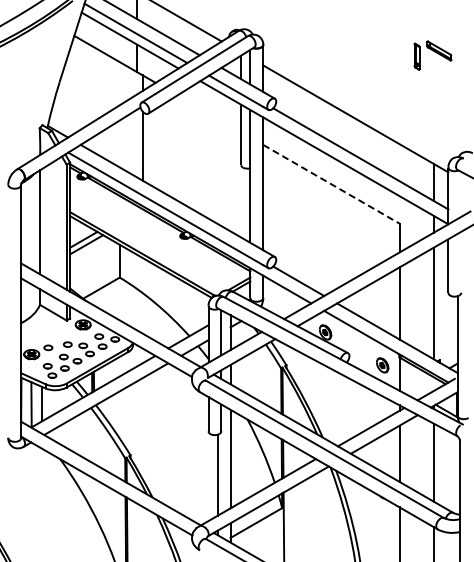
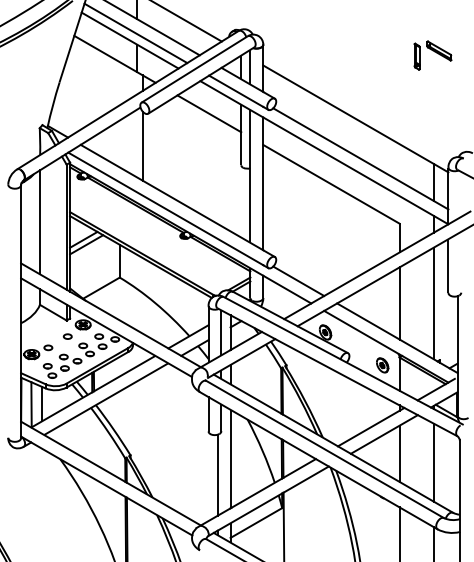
line at (209, 113): none -> present
line at (331, 184): dashed -> solid
part at (67, 344) position: (67, 344) -> (67, 336)
